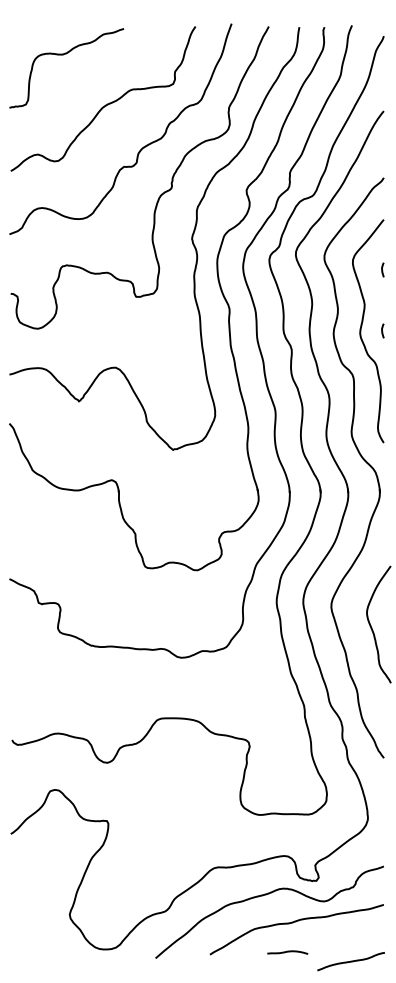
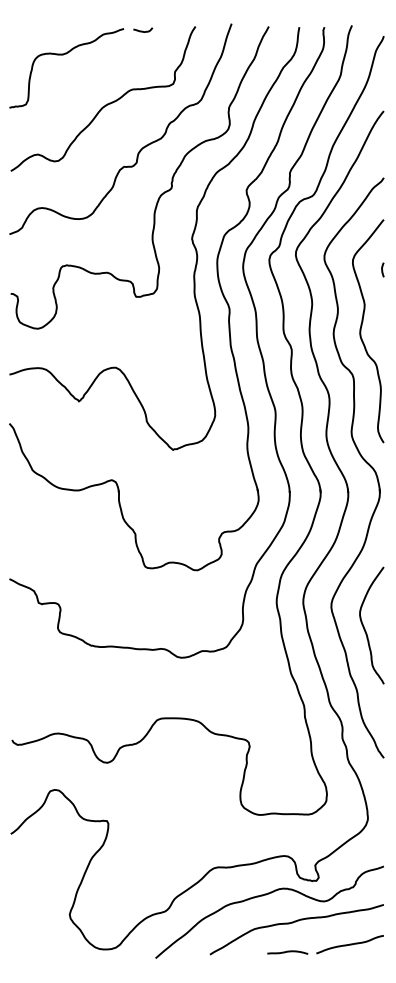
curve at (142, 30): none -> present
curve at (382, 330): present -> none
curve at (372, 627) position: (372, 627) -> (365, 628)
curve at (350, 961) position: (350, 961) -> (349, 944)
